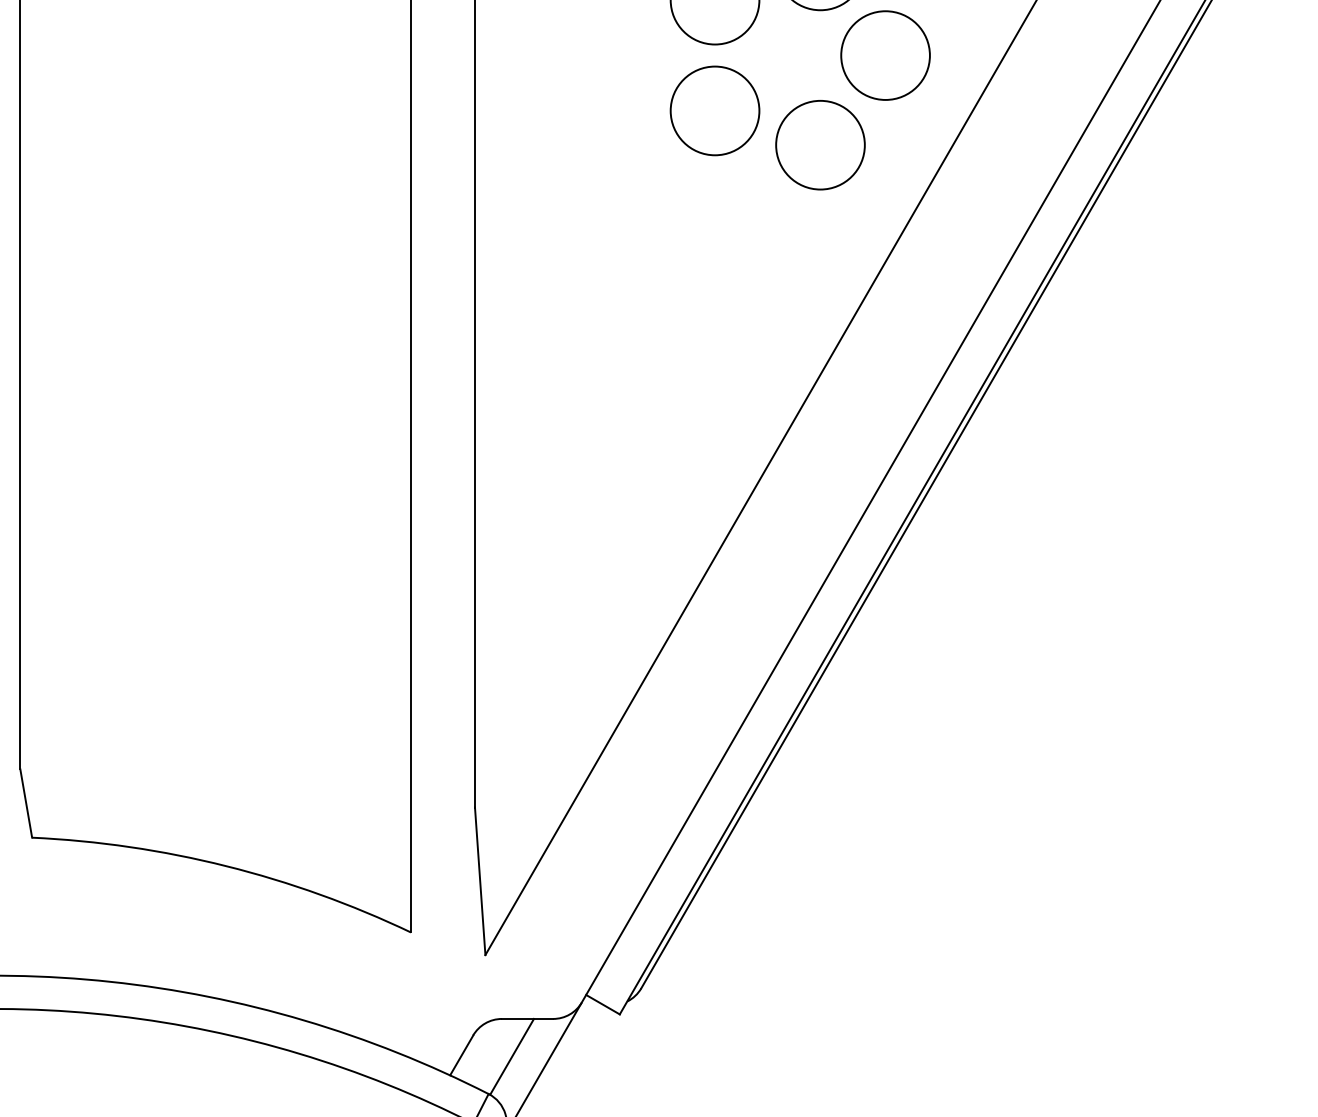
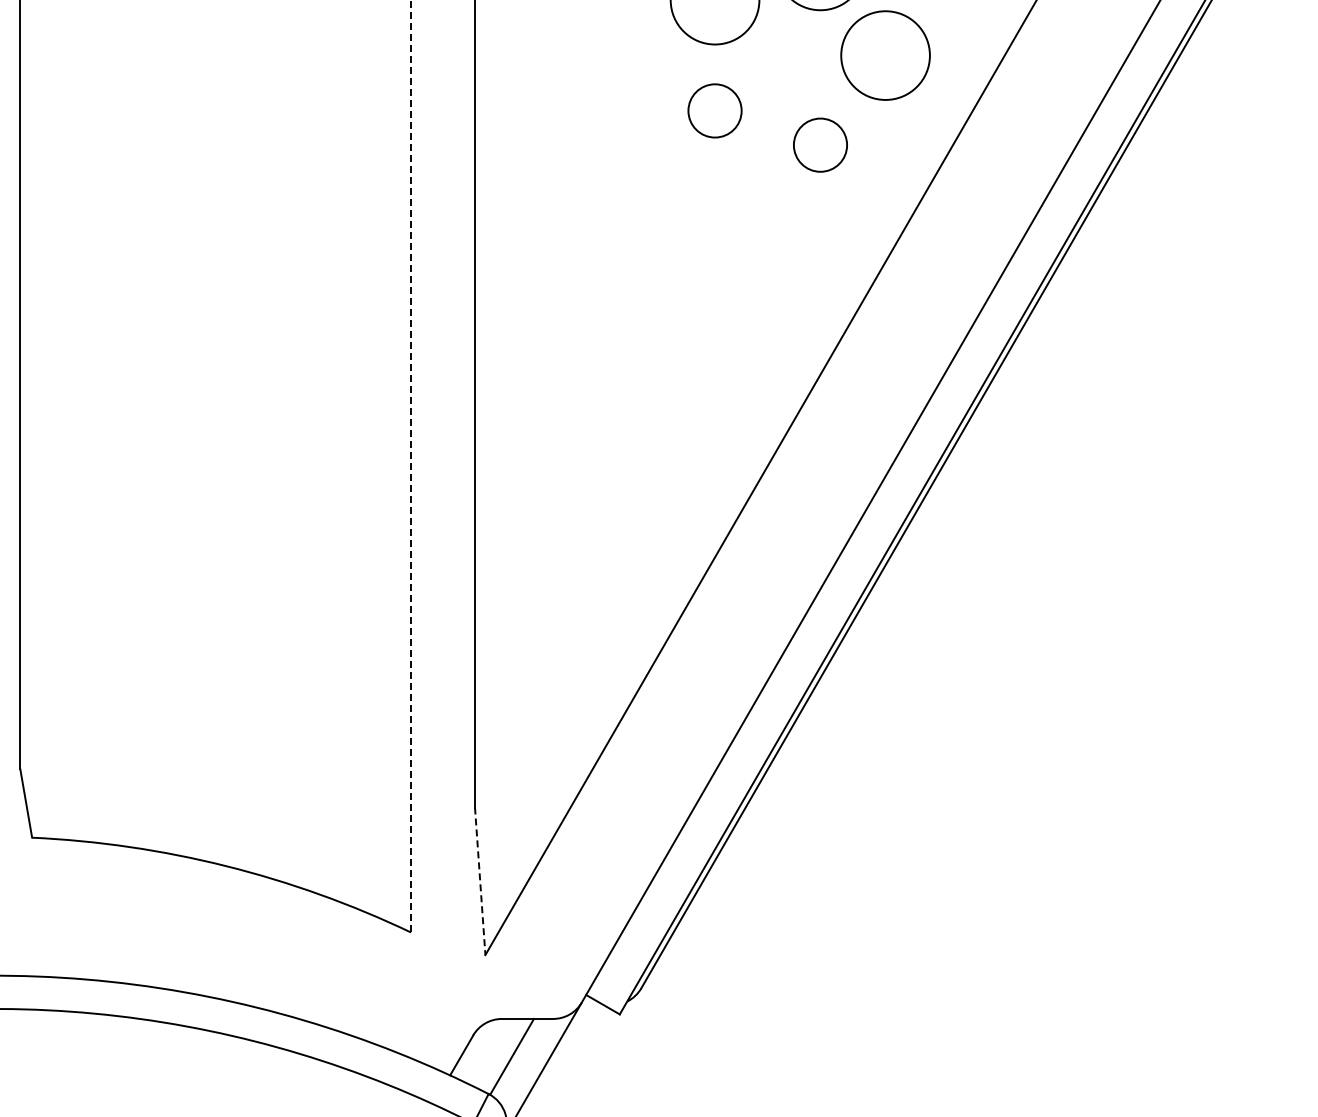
circle at (714, 110) diameter: 89 px -> 53 px
circle at (820, 144) diameter: 89 px -> 53 px
line at (411, 466): solid -> dashed
line at (480, 881): solid -> dashed
